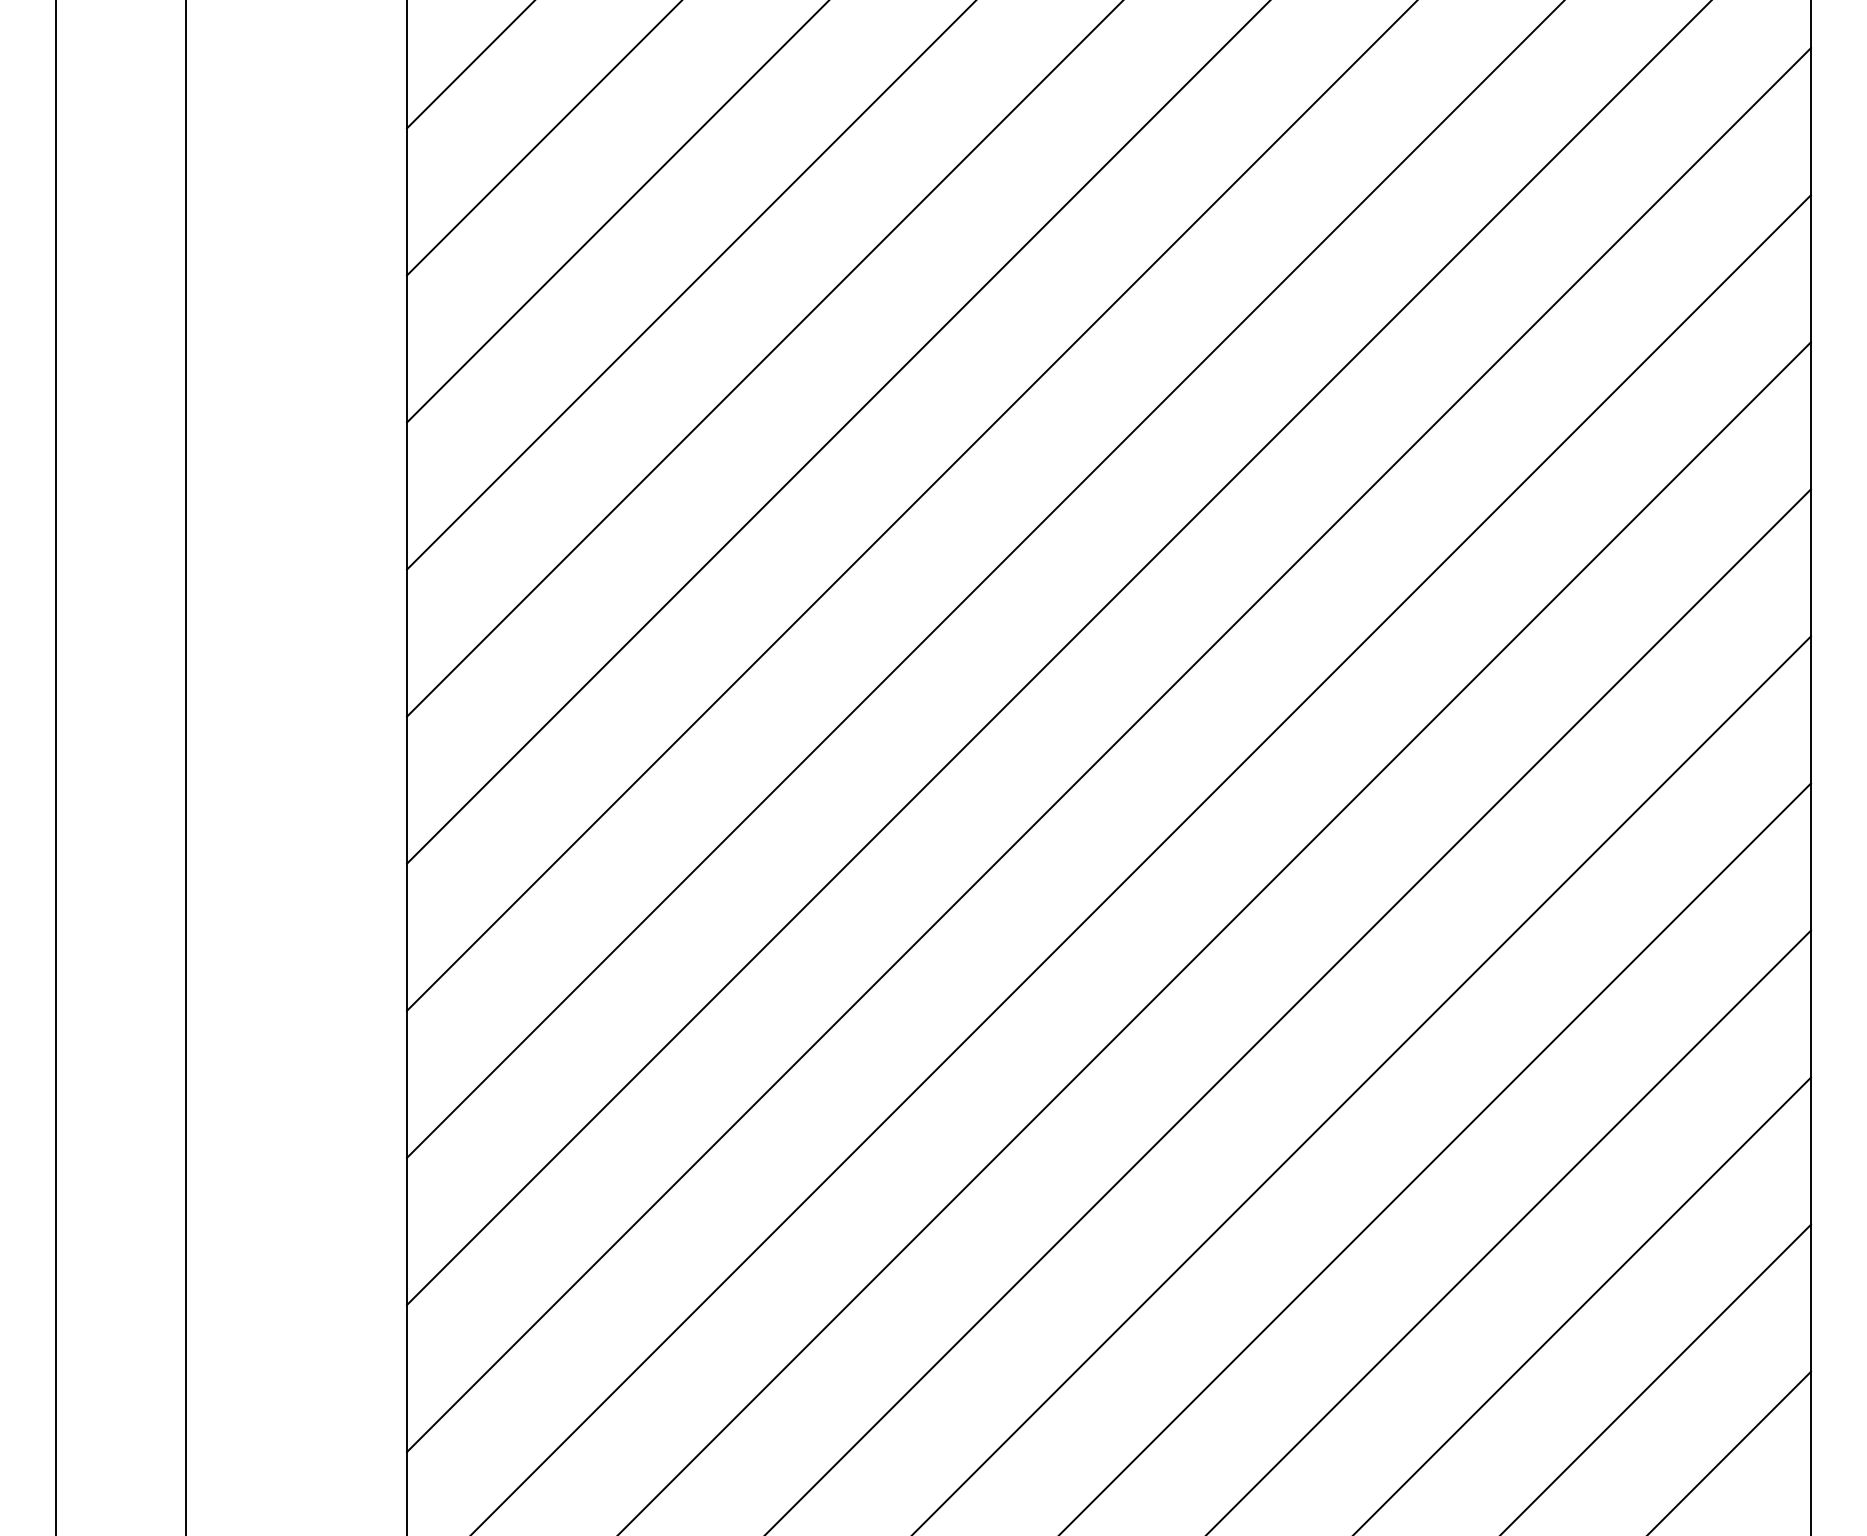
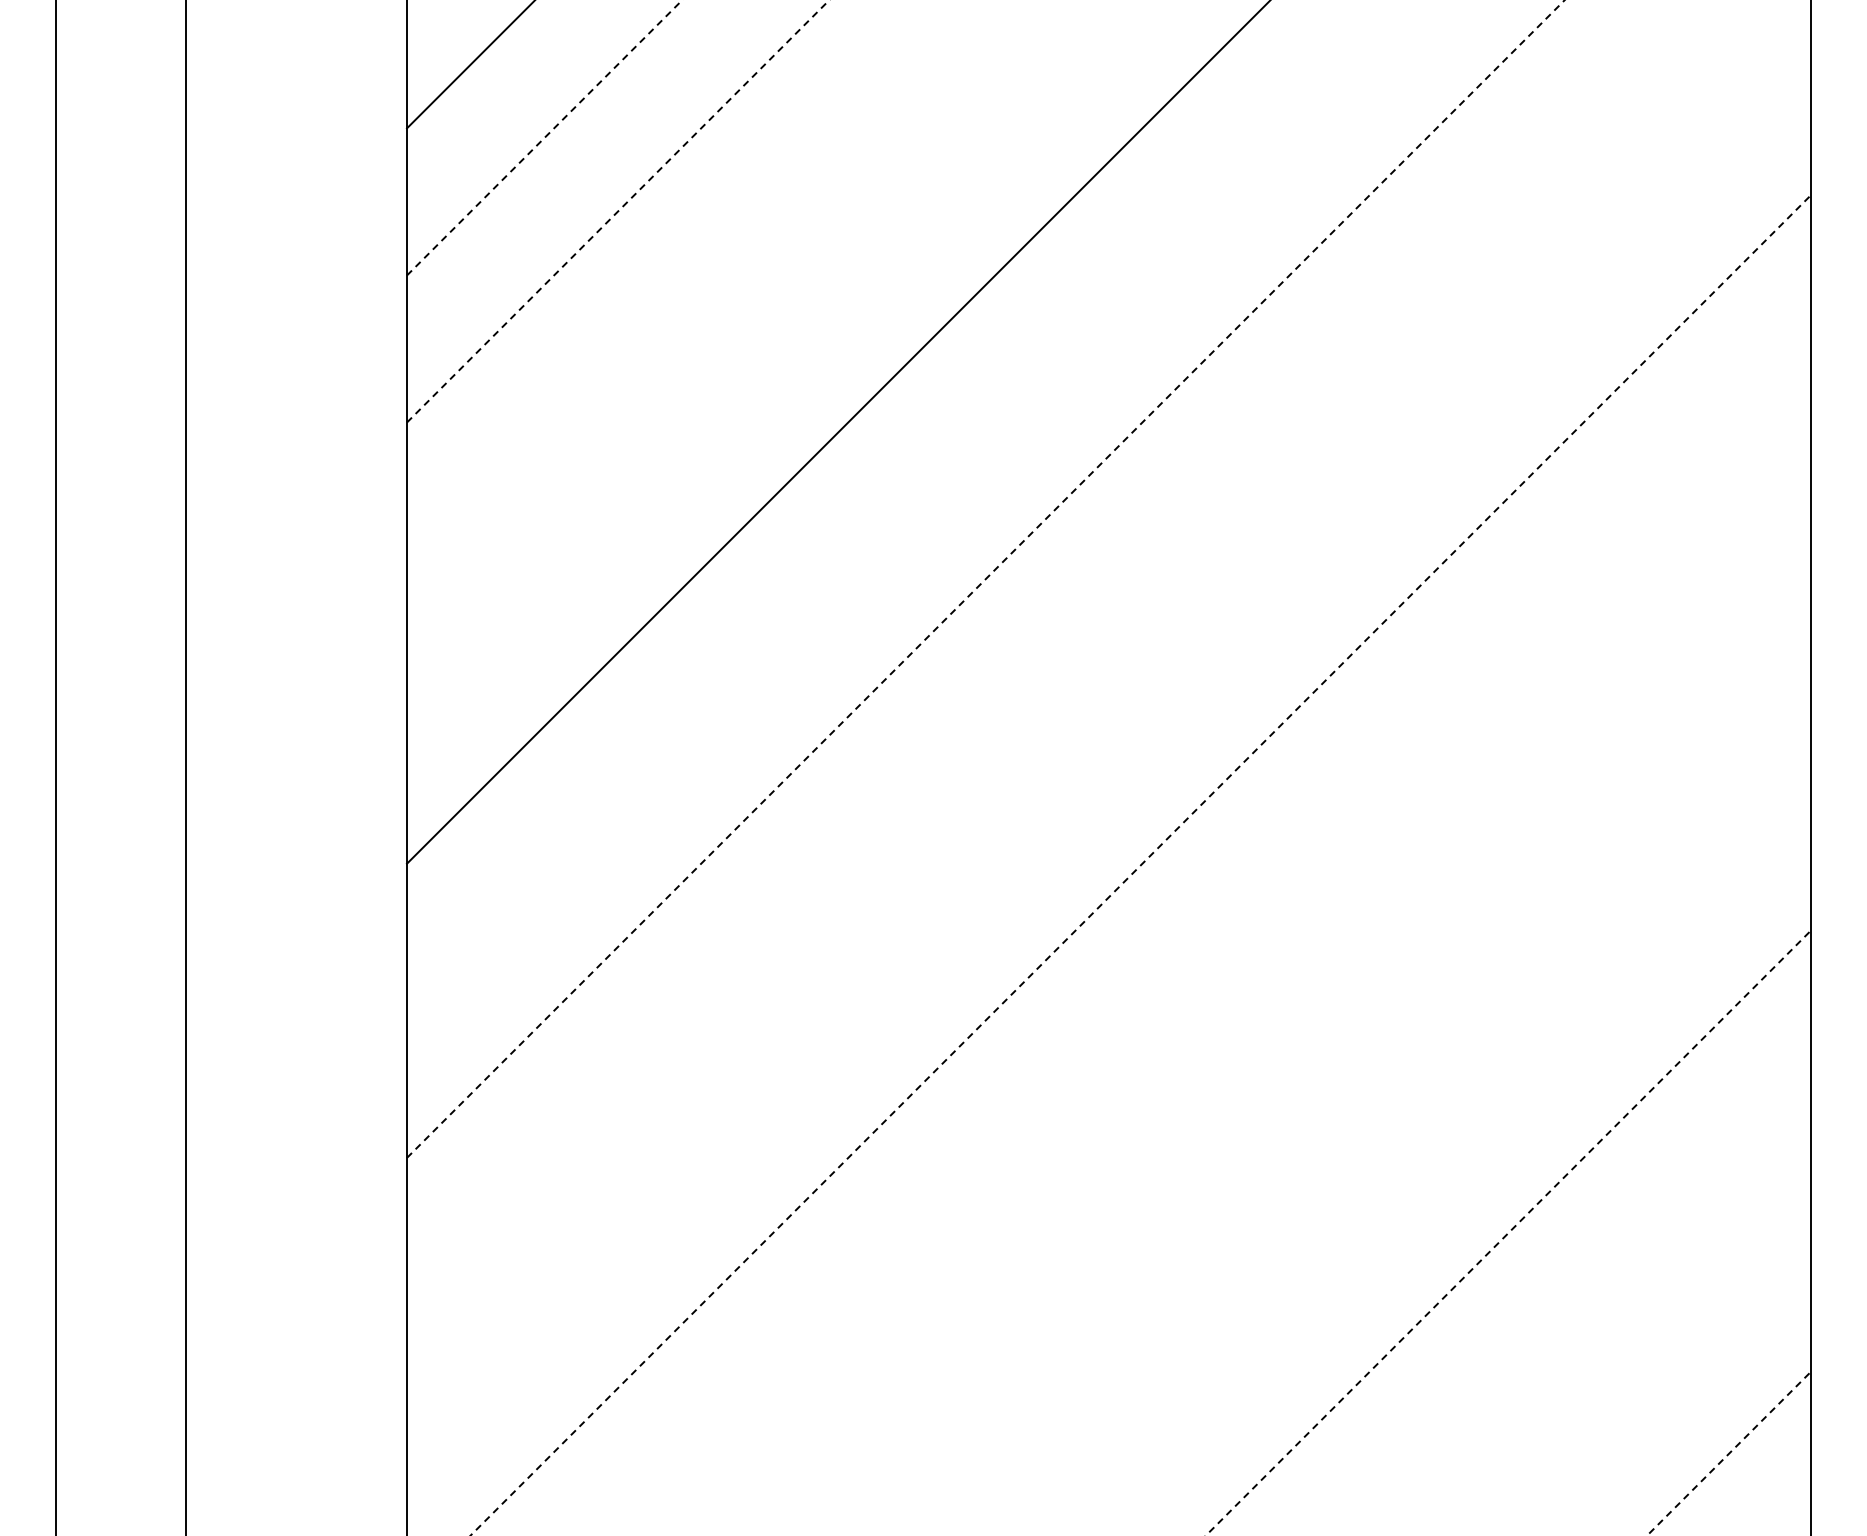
line at (544, 137): solid -> dashed
line at (618, 211): solid -> dashed
line at (690, 285): present -> none
line at (764, 359): present -> none
line at (911, 506): present -> none
line at (985, 578): solid -> dashed
line at (1058, 653): present -> none
line at (1108, 750): present -> none
line at (1140, 865): solid -> dashed
line at (1215, 937): present -> none
line at (1288, 1010): present -> none
line at (1362, 1084): present -> none
line at (1435, 1157): present -> none
line at (1508, 1233): solid -> dashed
line at (1583, 1304): present -> none
line at (1656, 1378): present -> none
line at (1728, 1453): solid -> dashed
